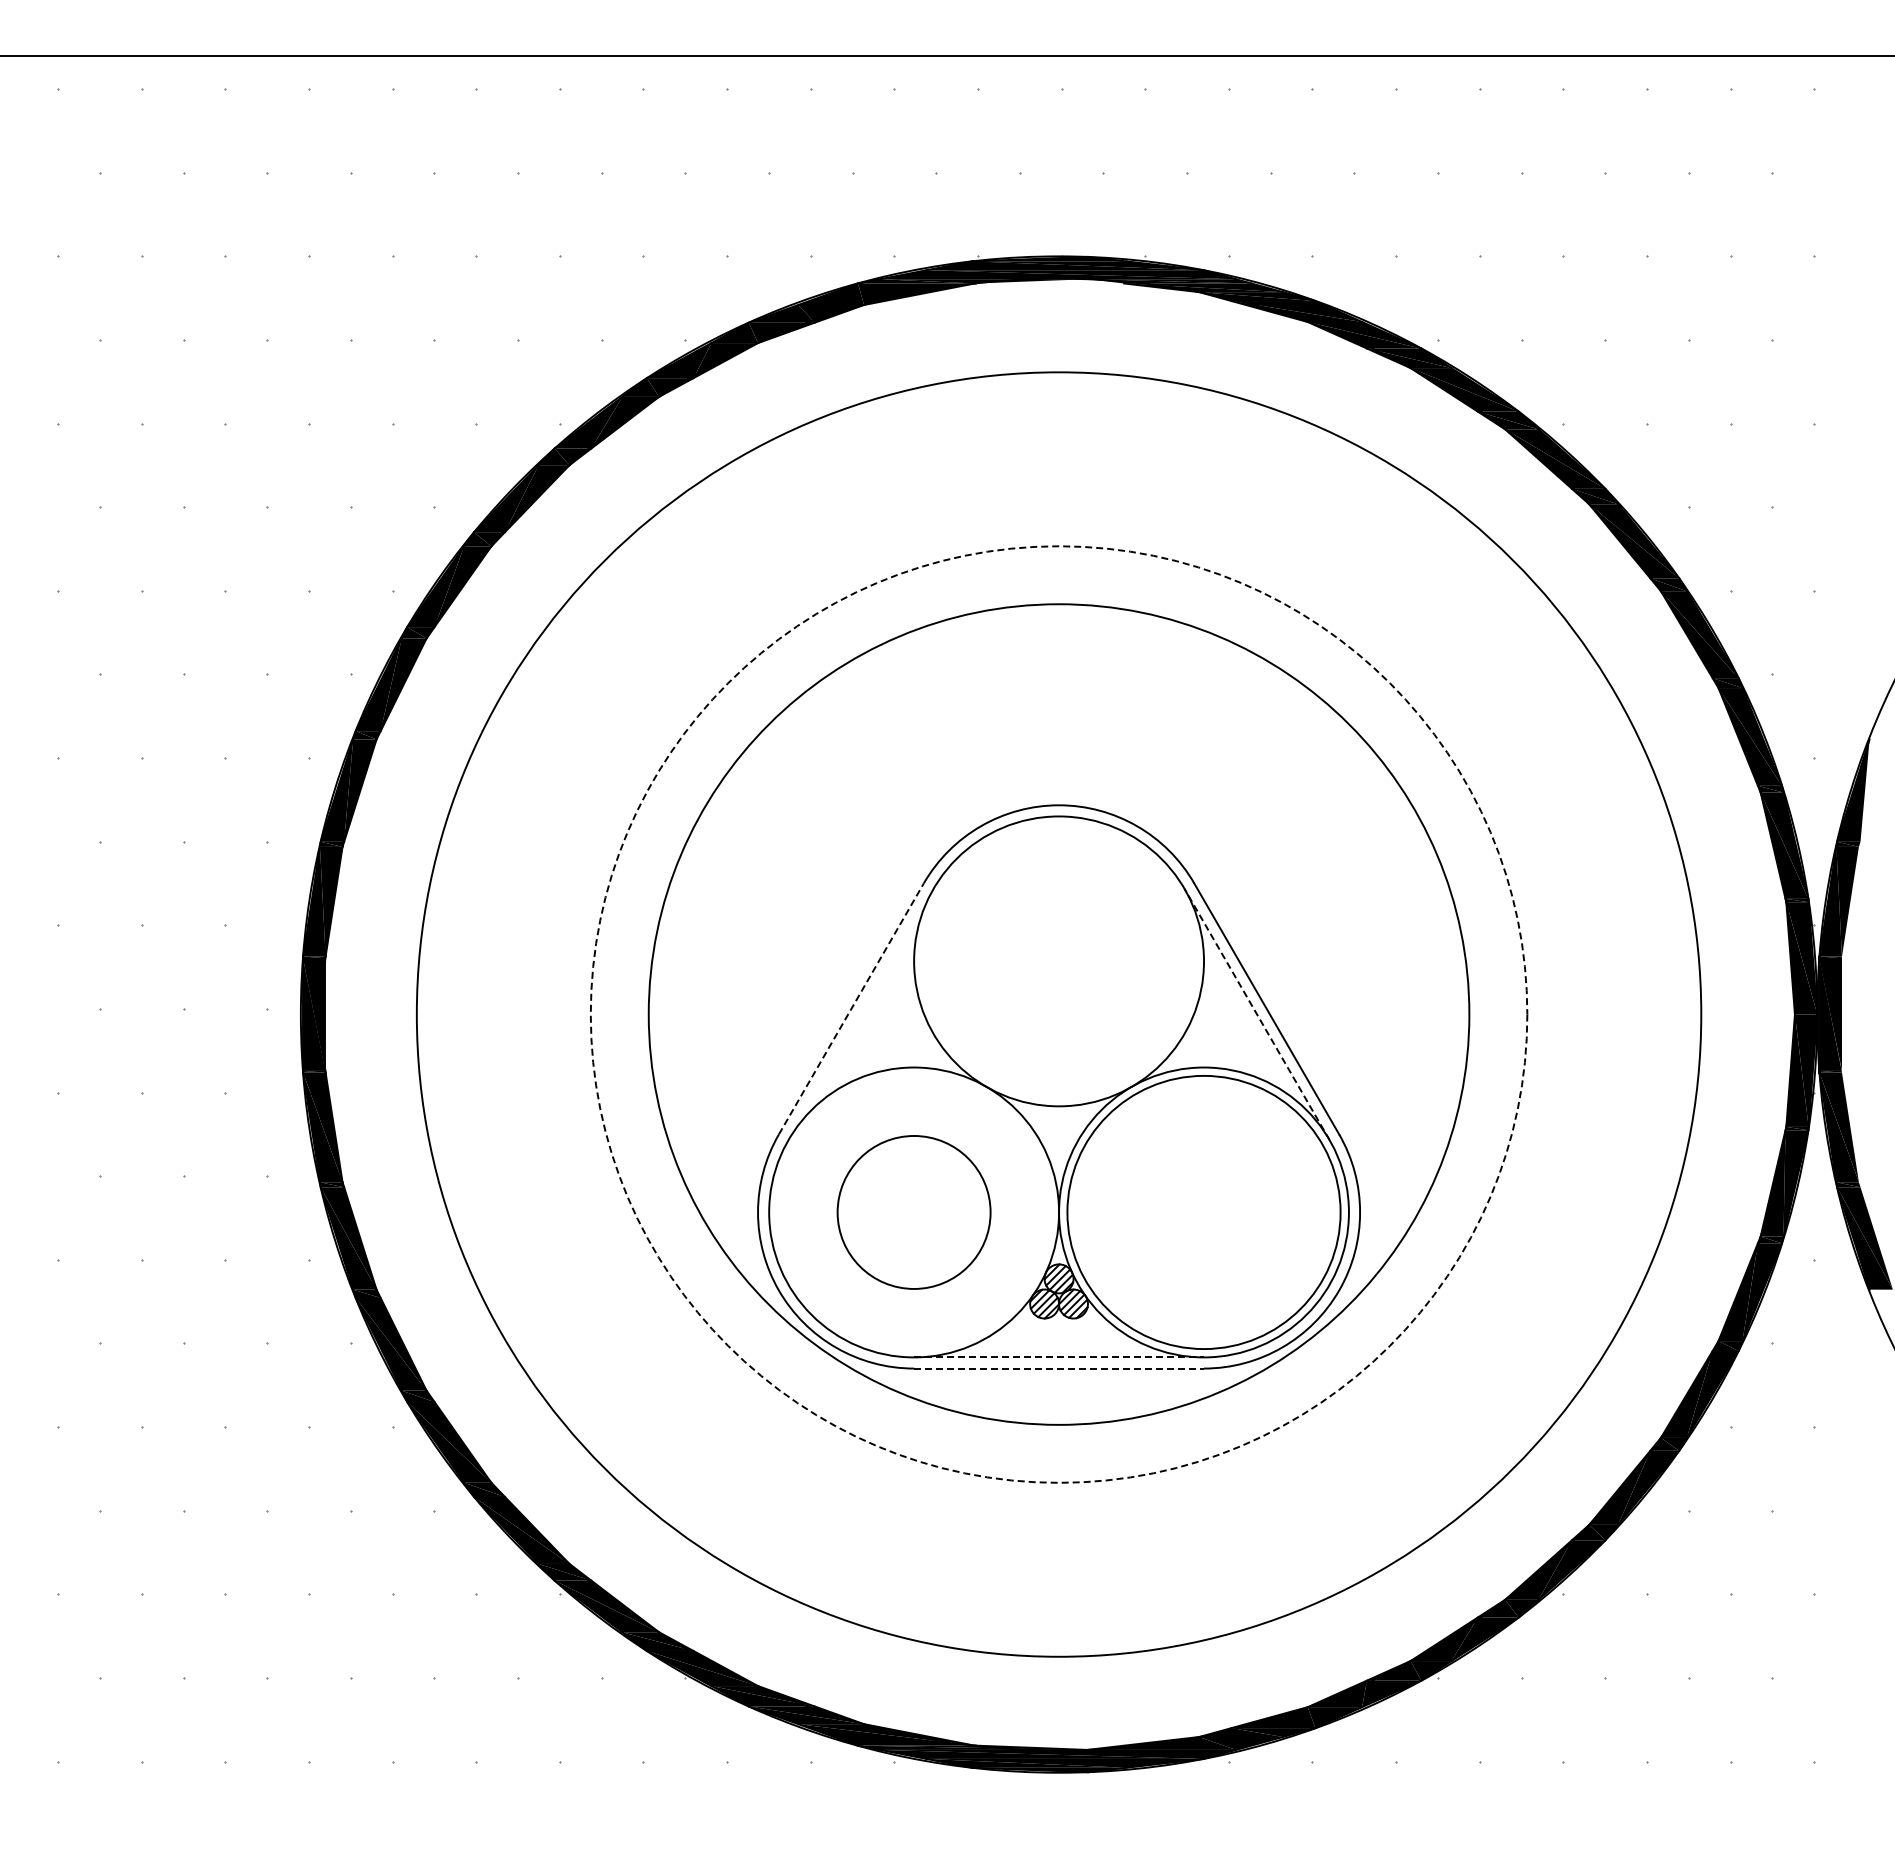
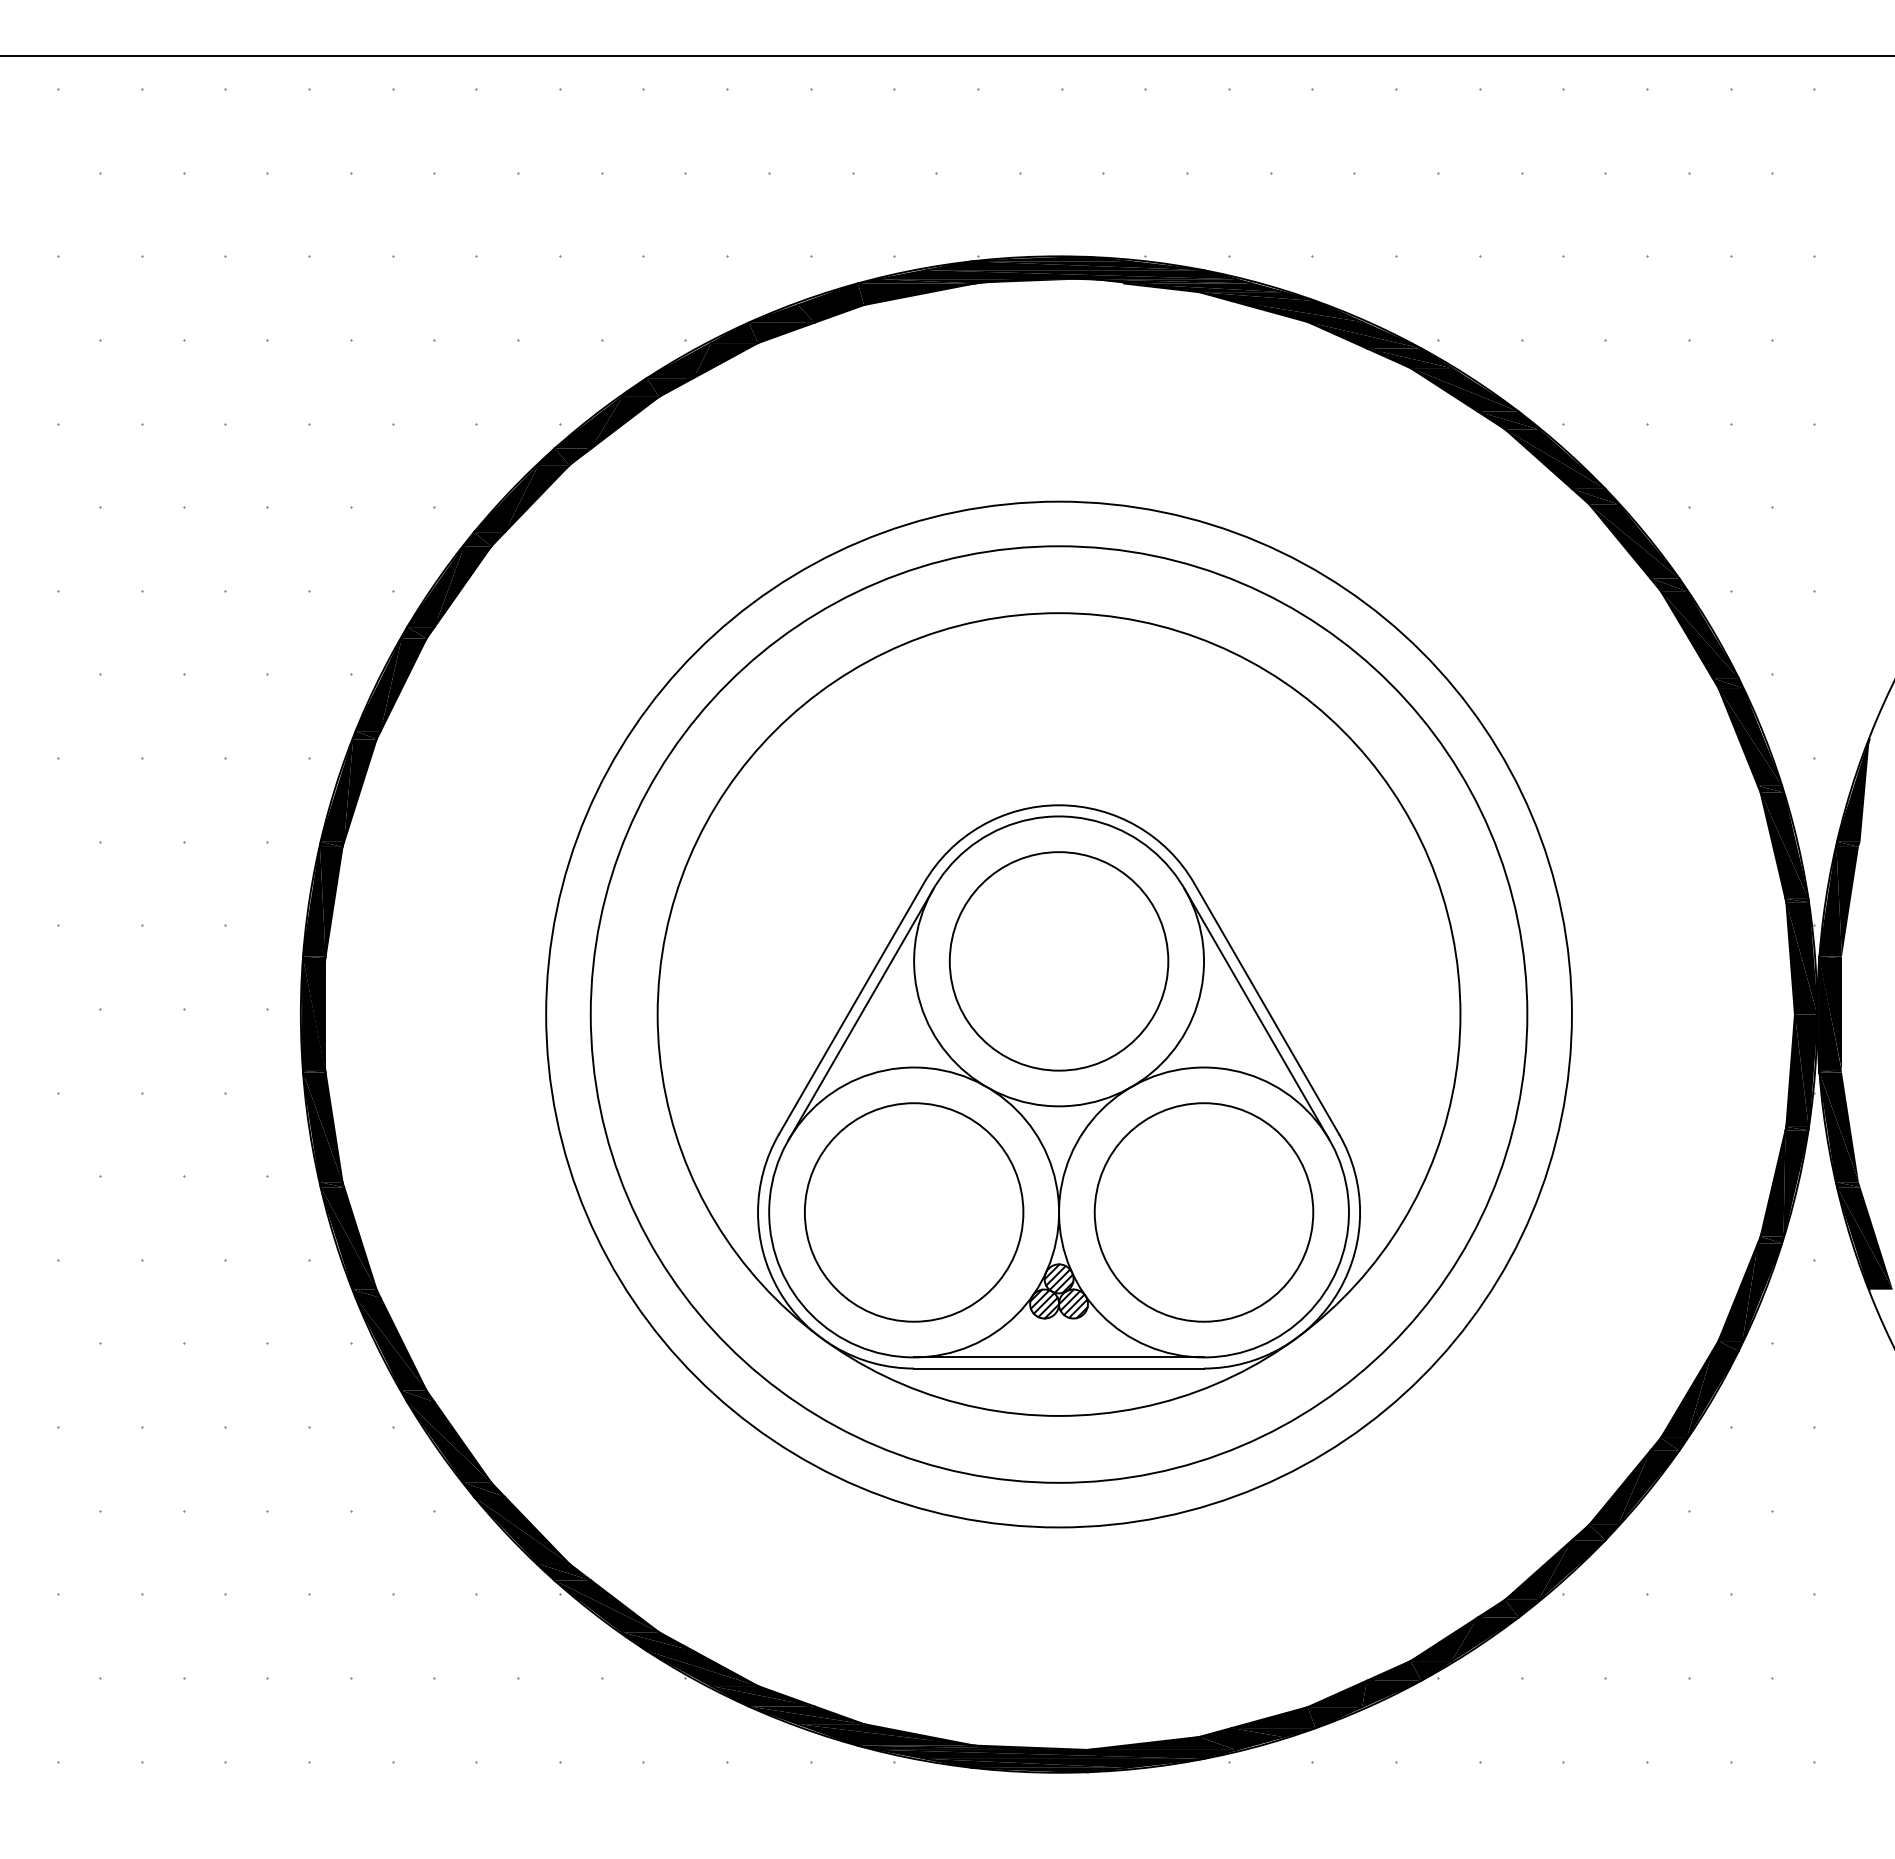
circle at (1058, 961): none -> present
line at (851, 1008): dashed -> solid
line at (860, 1014): none -> present
circle at (1058, 1014) diameter: 1284 px -> 803 px
circle at (1058, 1014) diameter: 821 px -> 1026 px
circle at (1058, 1014): dashed -> solid
line at (1257, 1014): dashed -> solid
circle at (913, 1211) diameter: 153 px -> 219 px
circle at (1203, 1212) diameter: 273 px -> 219 px
line at (1059, 1357): dashed -> solid
line at (1059, 1368): dashed -> solid
